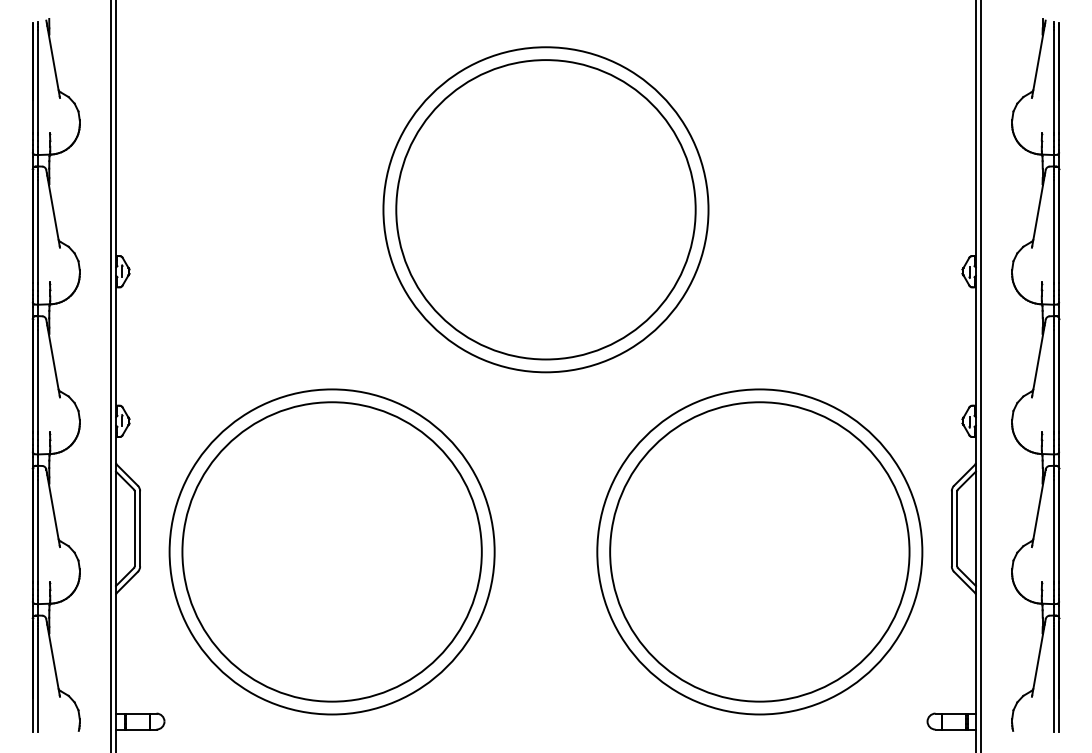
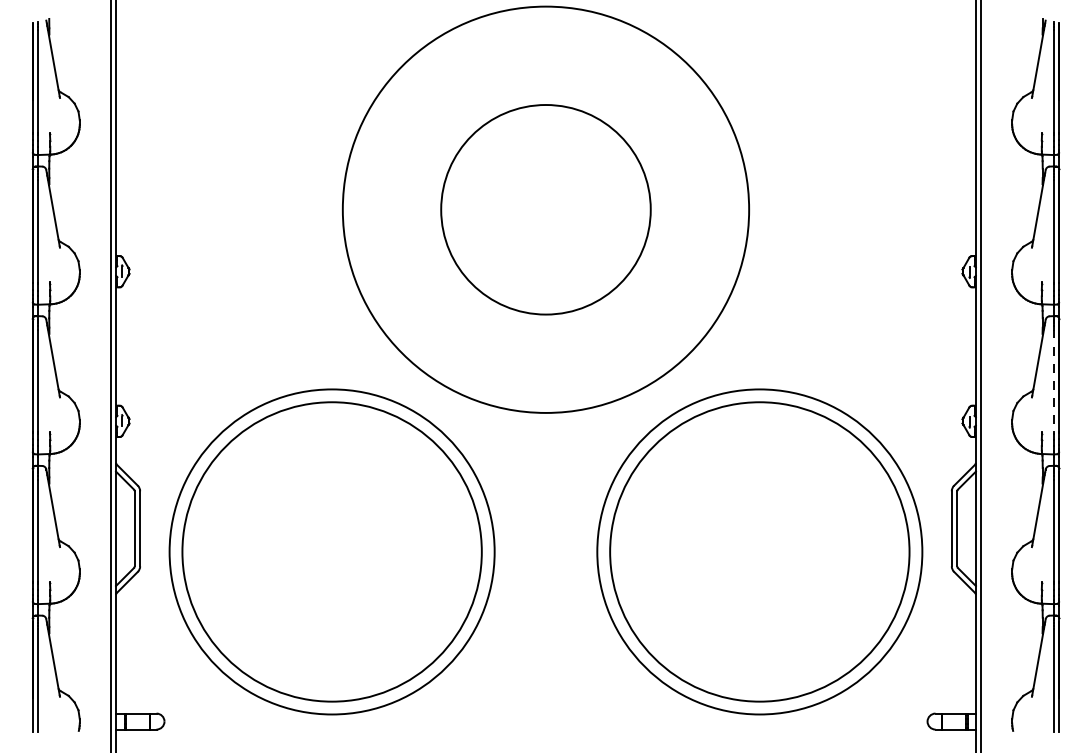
circle at (545, 209) diameter: 299 px -> 210 px
circle at (545, 209) diameter: 325 px -> 406 px
line at (1054, 381): solid -> dashed
